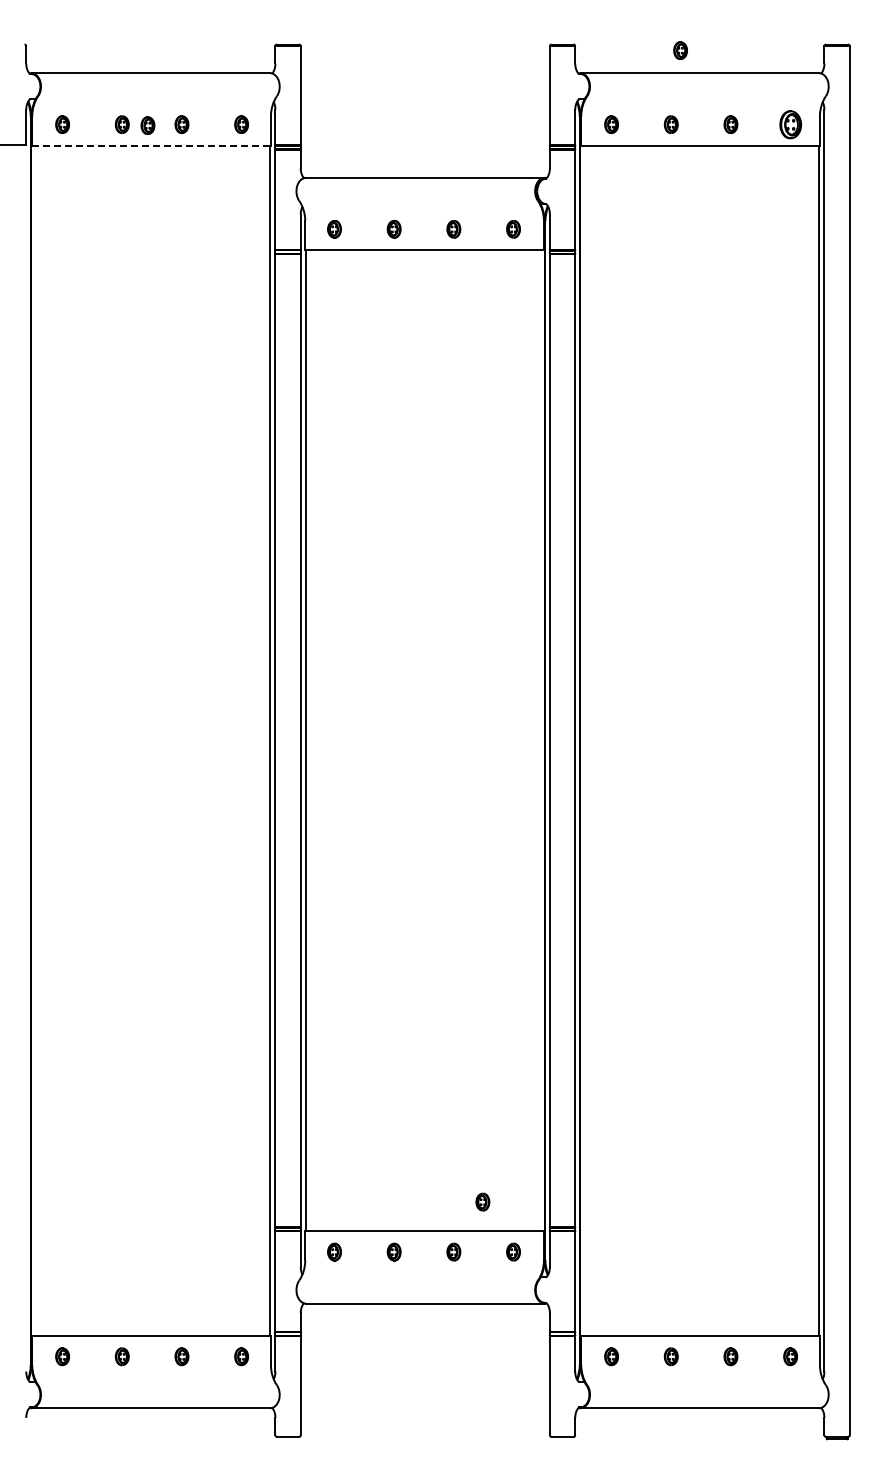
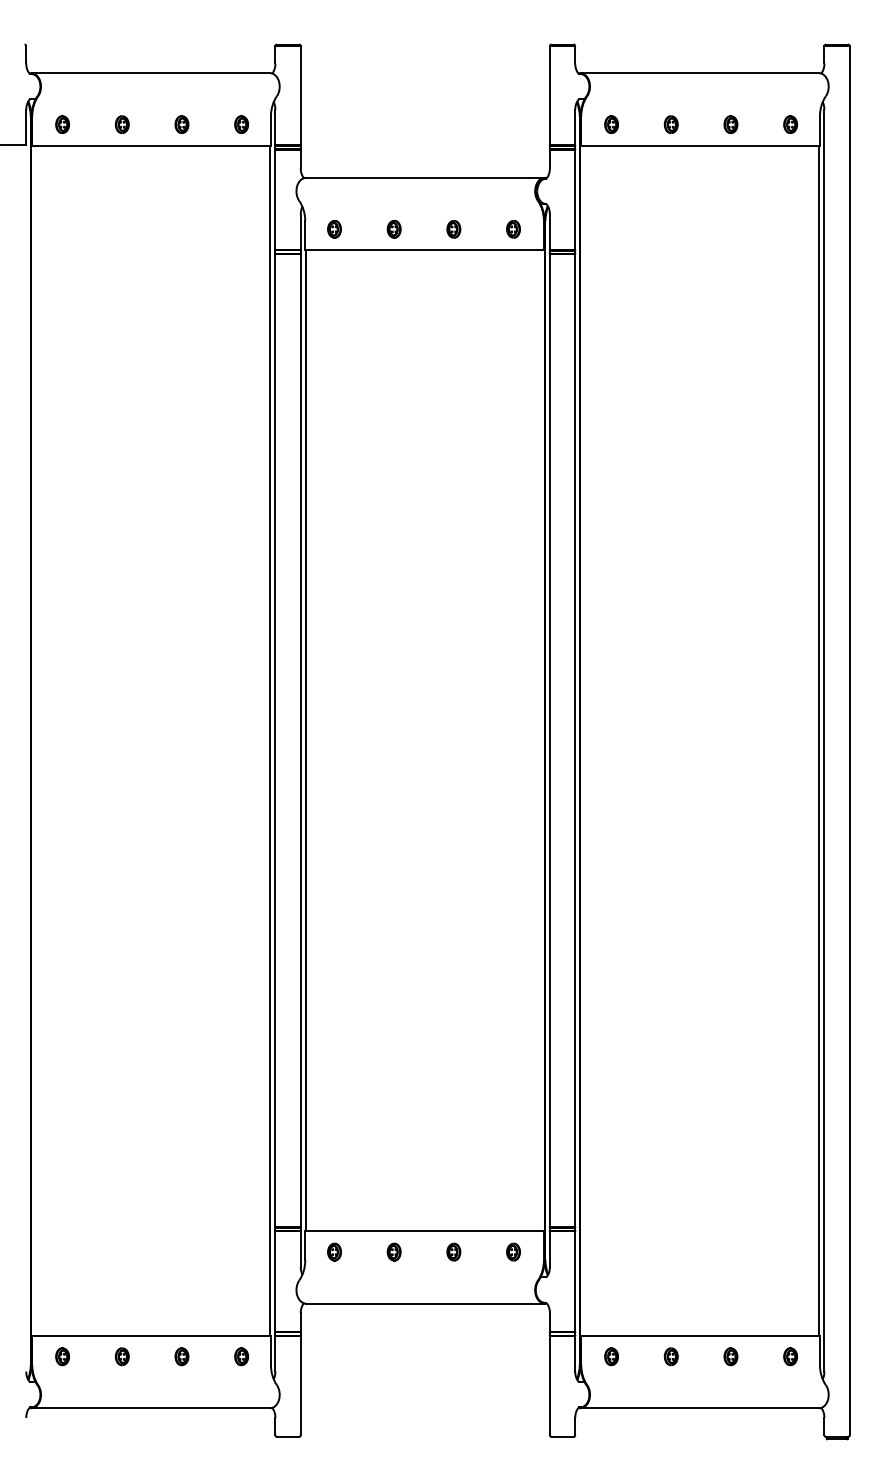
part at (680, 50): present -> none
part at (790, 124) size: 23x30 px -> 15x19 px
part at (147, 125): present -> none
line at (152, 145): dashed -> solid
part at (482, 1201): present -> none
